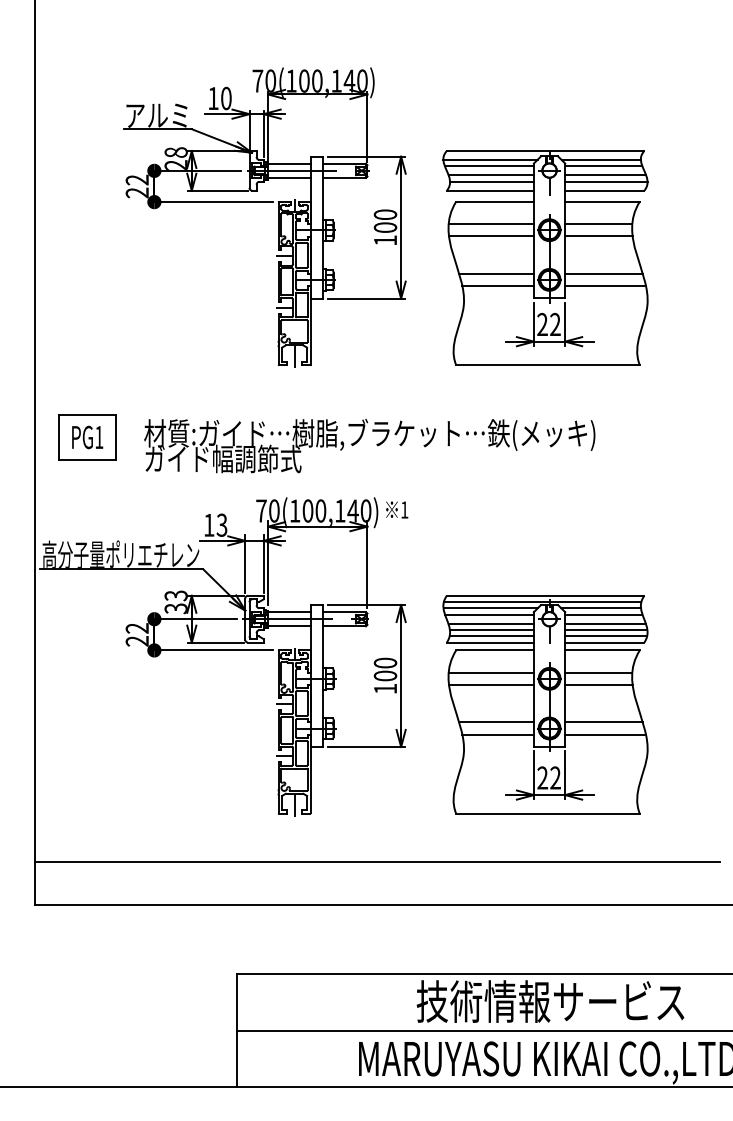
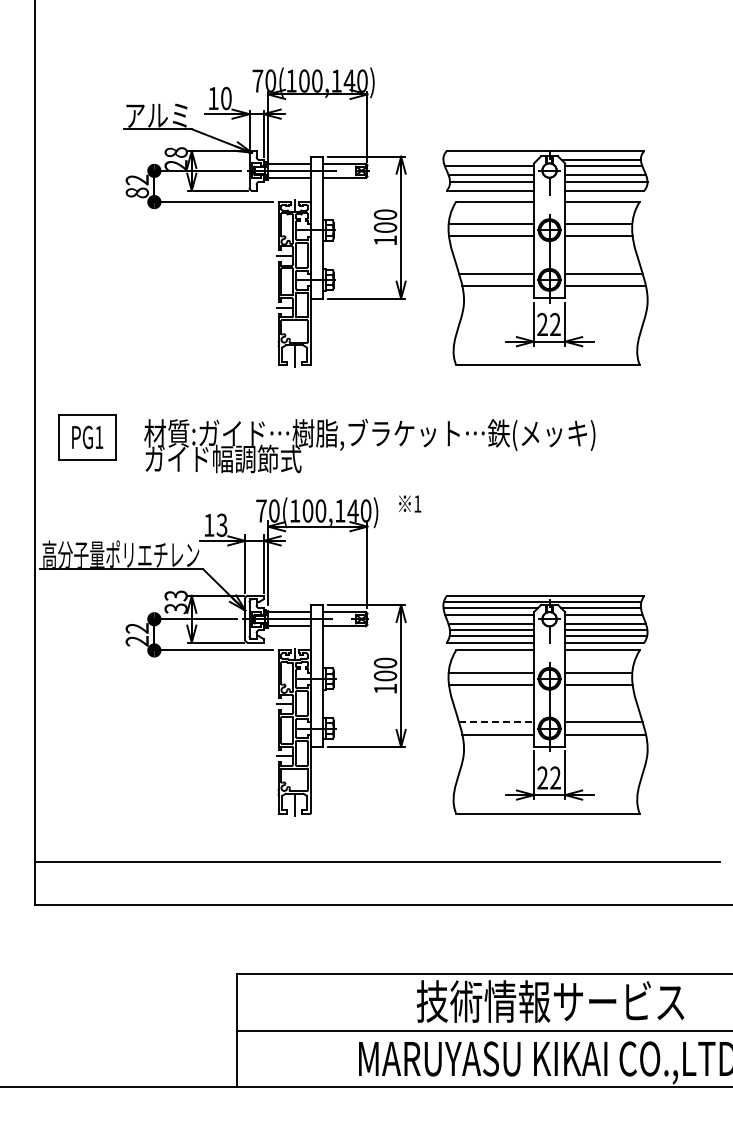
line at (490, 159): present -> none
text at (136, 192): 22 -> 82
text at (397, 509) position: (397, 509) -> (410, 503)
line at (497, 722): solid -> dashed
